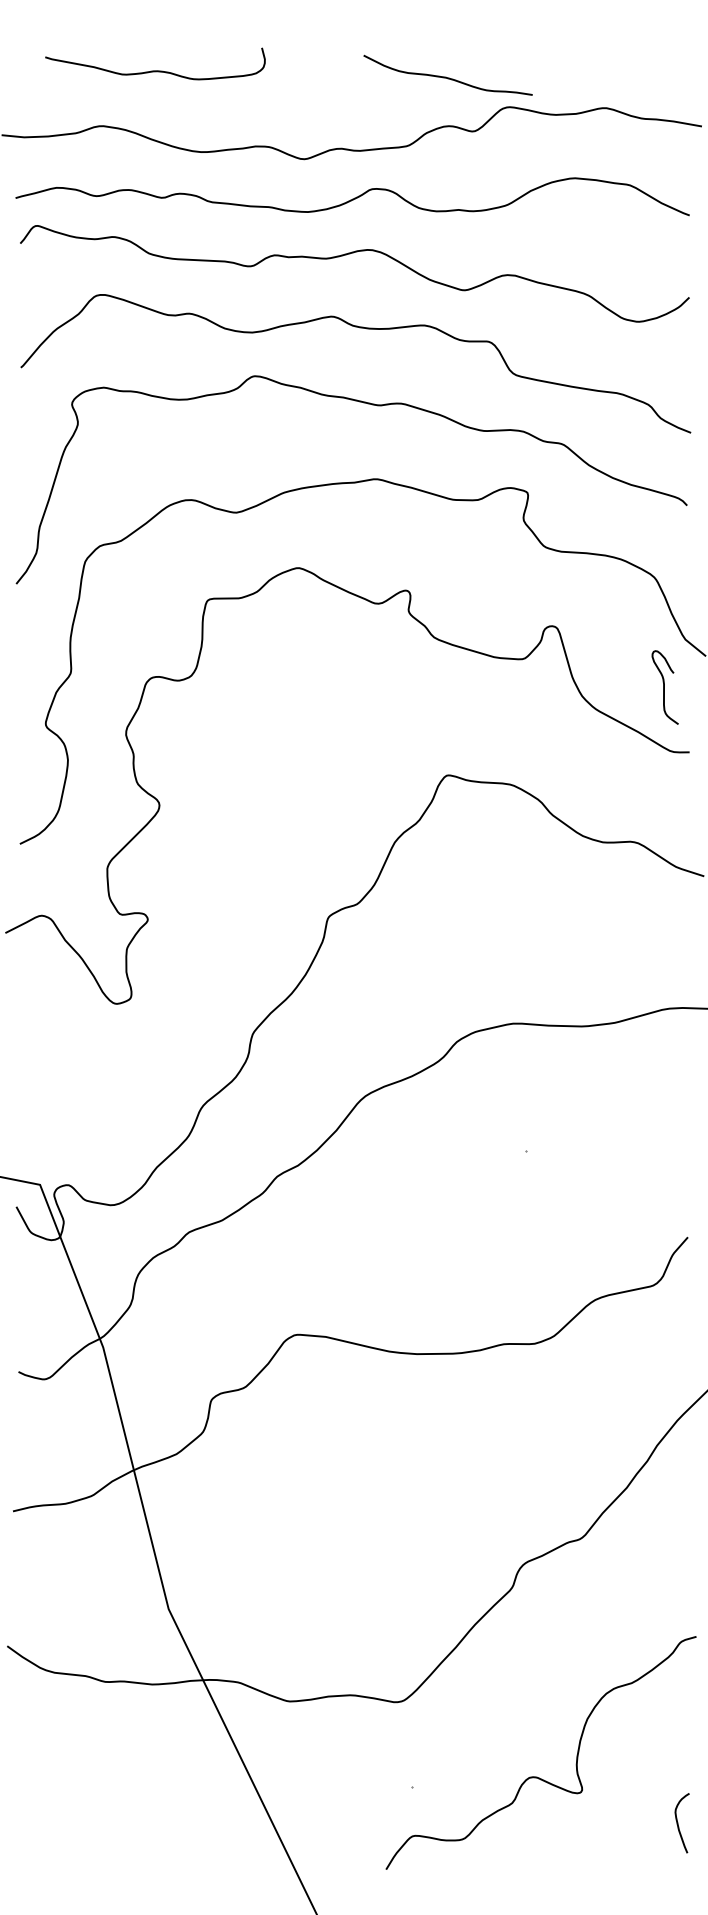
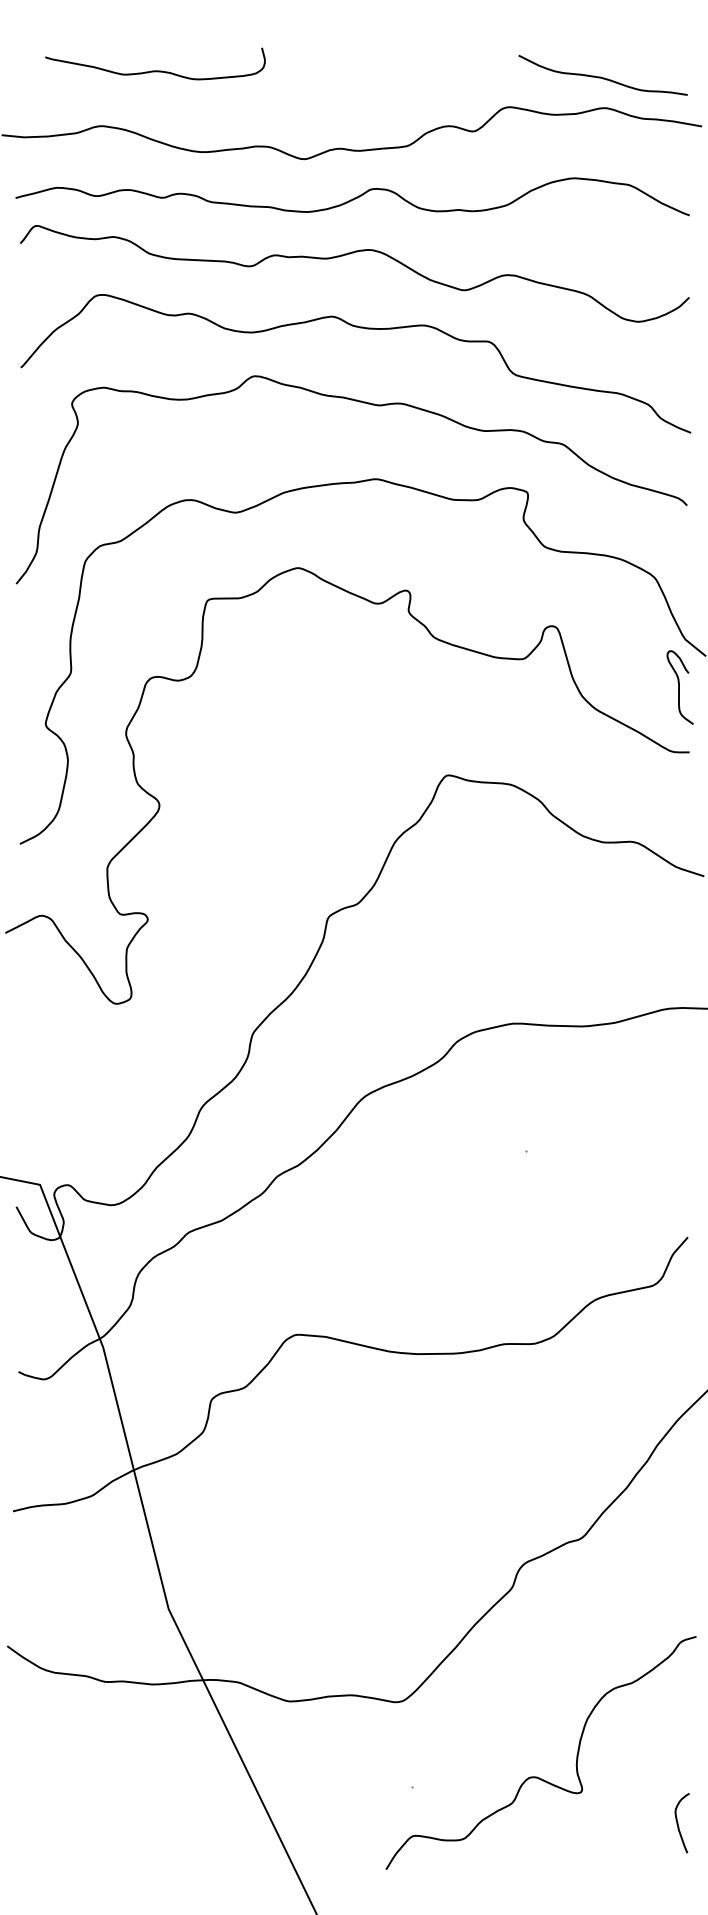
curve at (446, 76) position: (446, 76) -> (601, 76)
curve at (664, 687) position: (664, 687) -> (679, 687)
